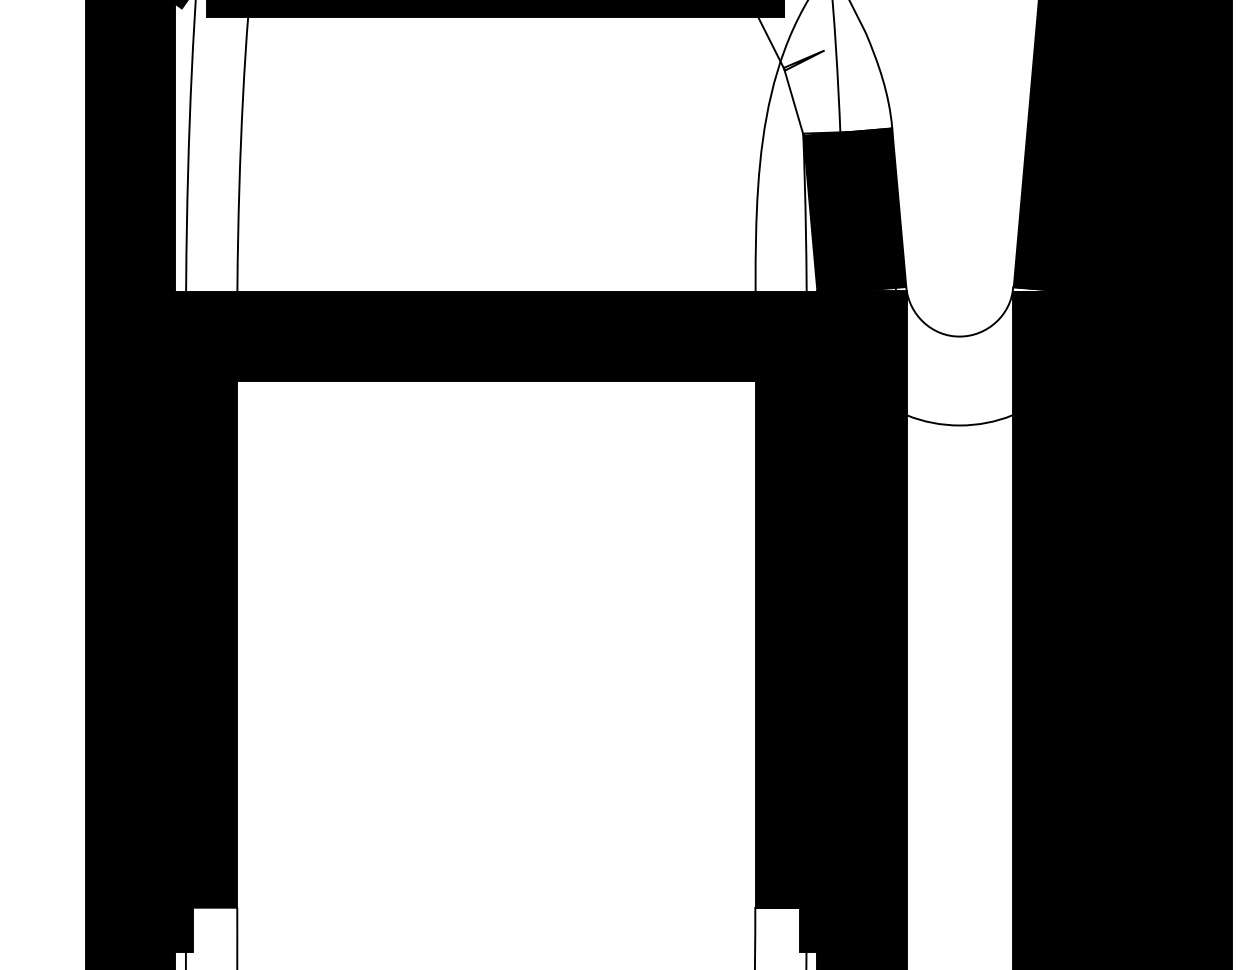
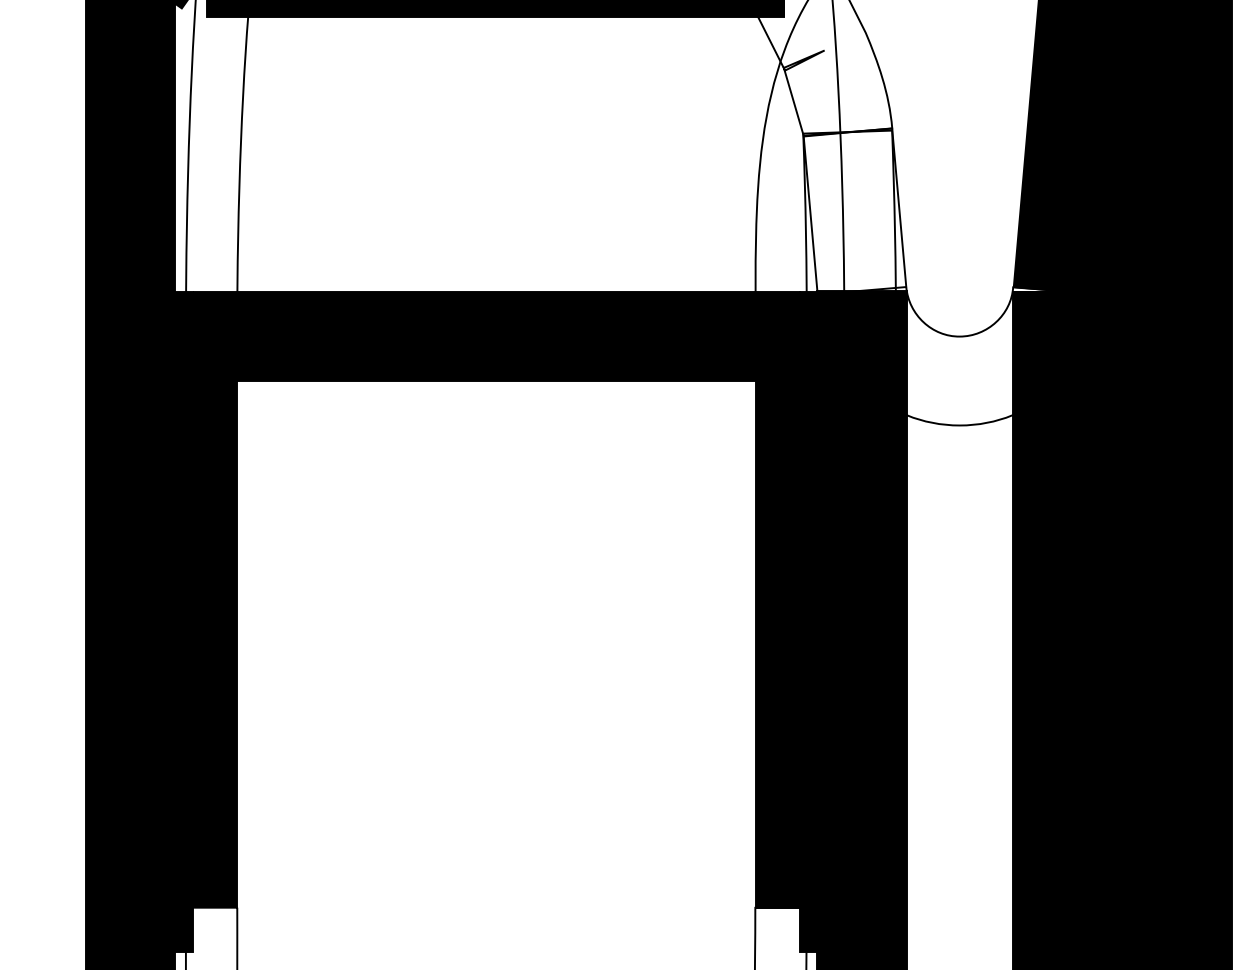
fill at (854, 211): present -> none
